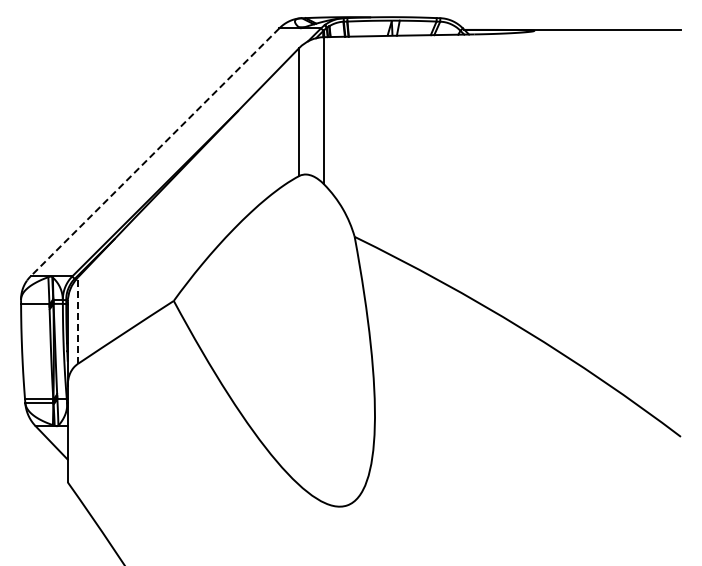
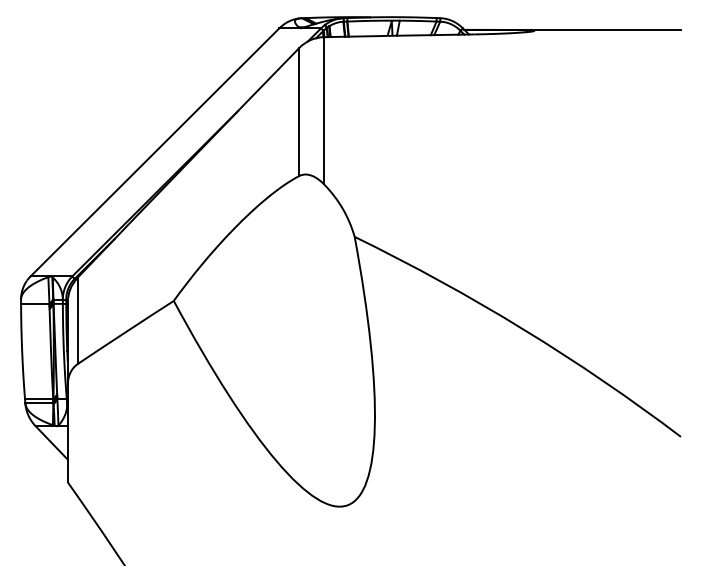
line at (154, 152): dashed -> solid
line at (77, 320): dashed -> solid
